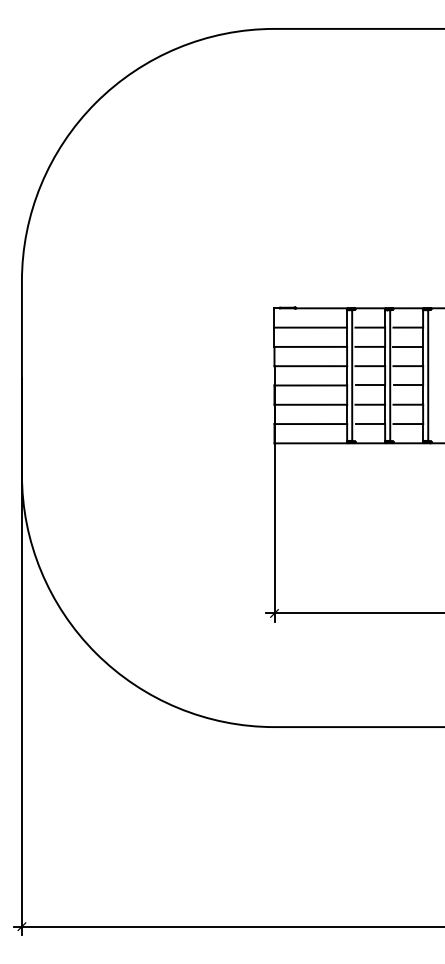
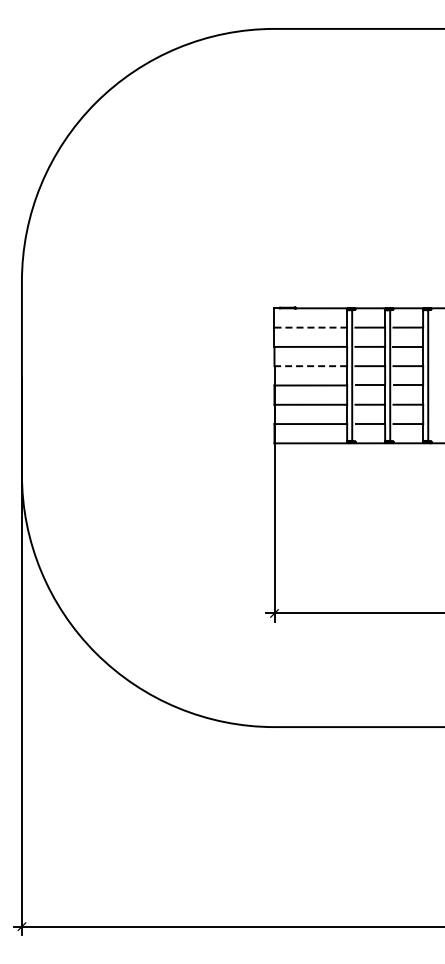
line at (311, 327): solid -> dashed
line at (310, 366): solid -> dashed
